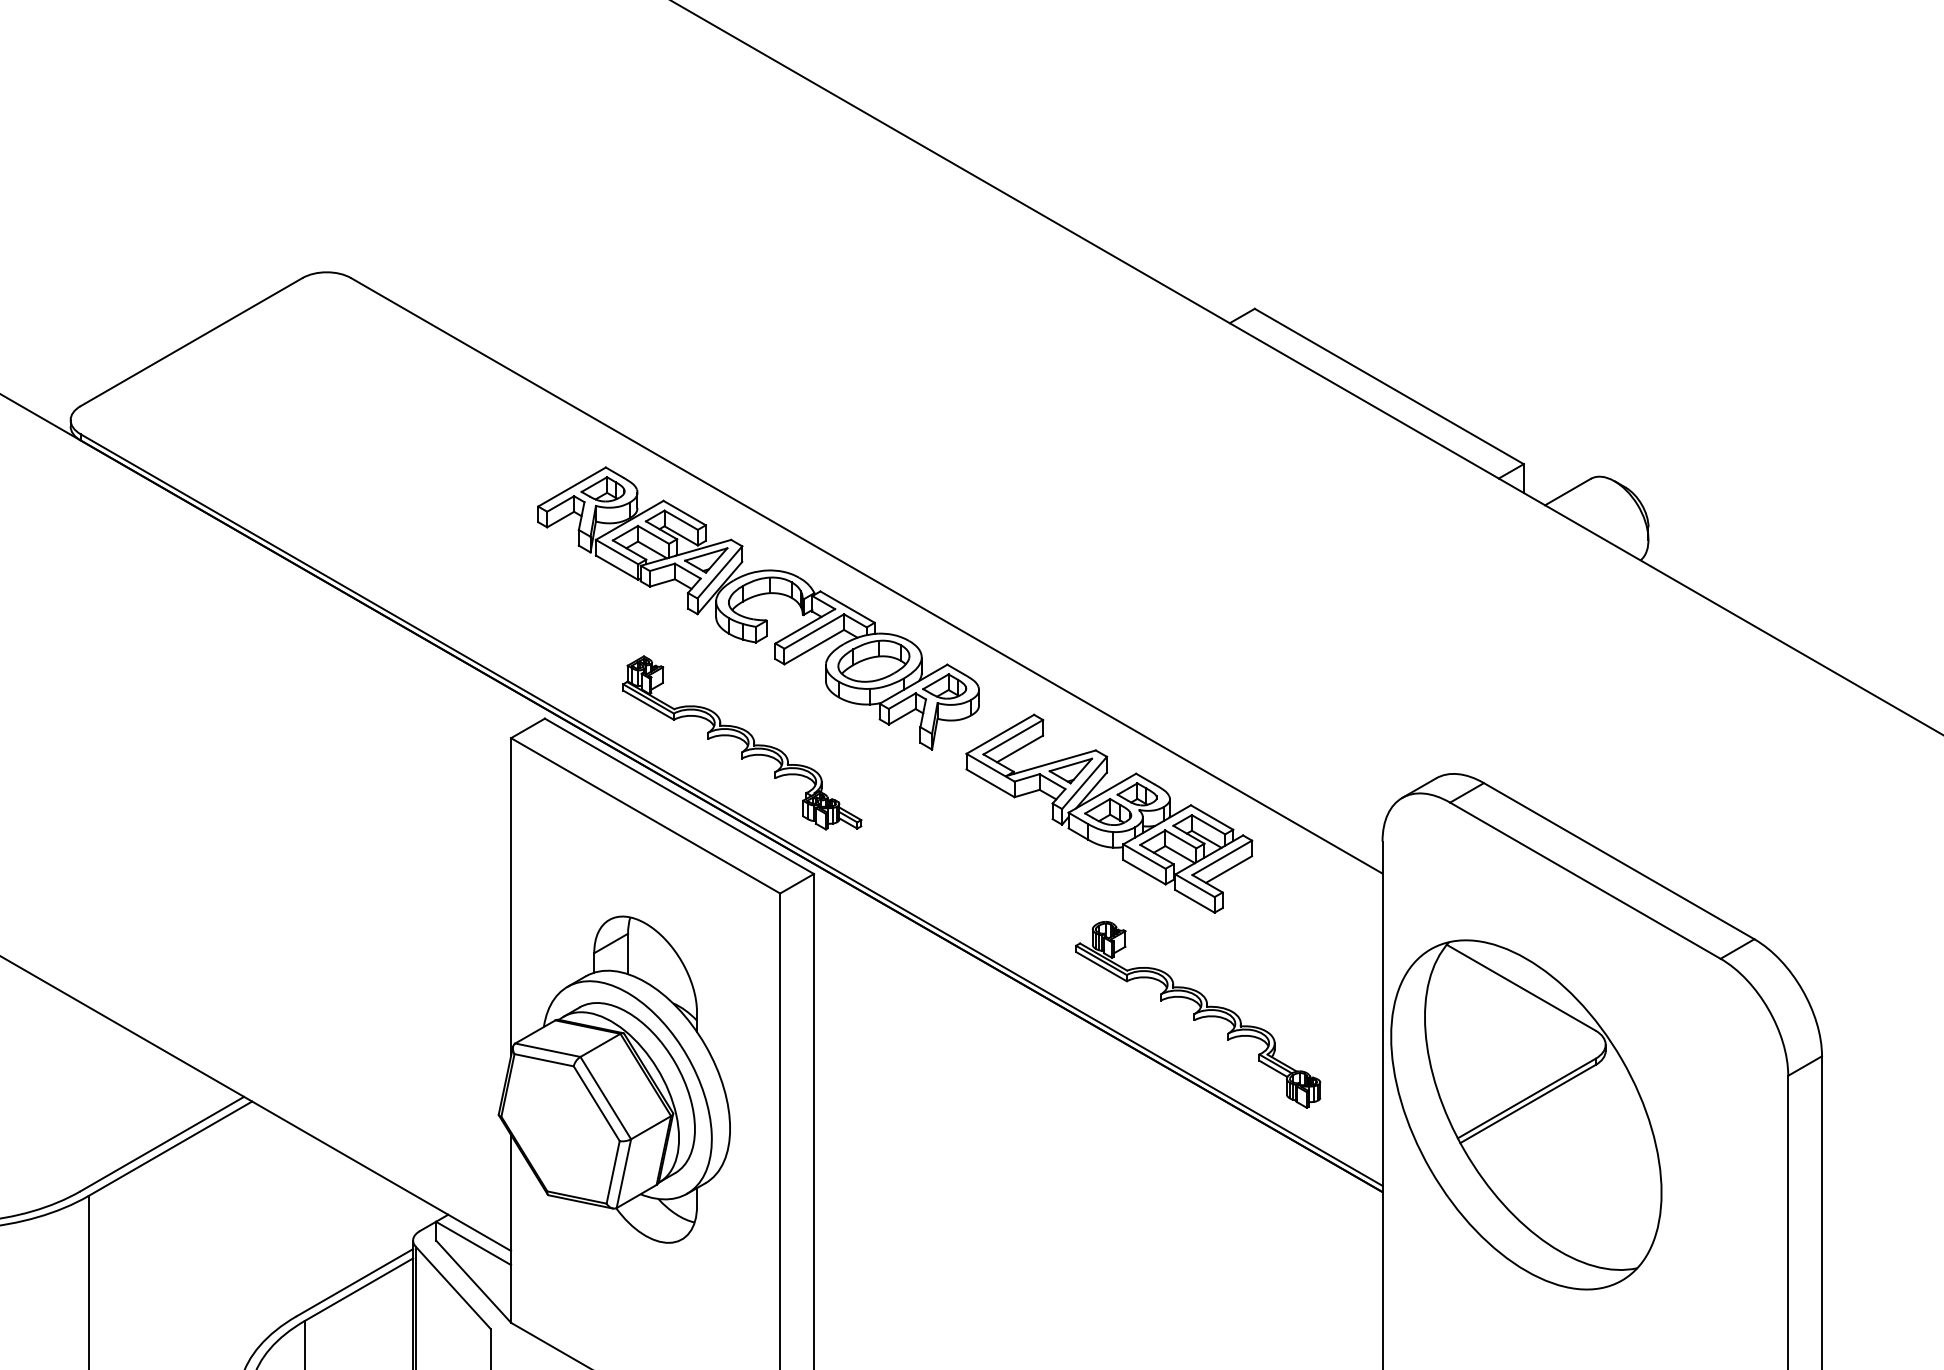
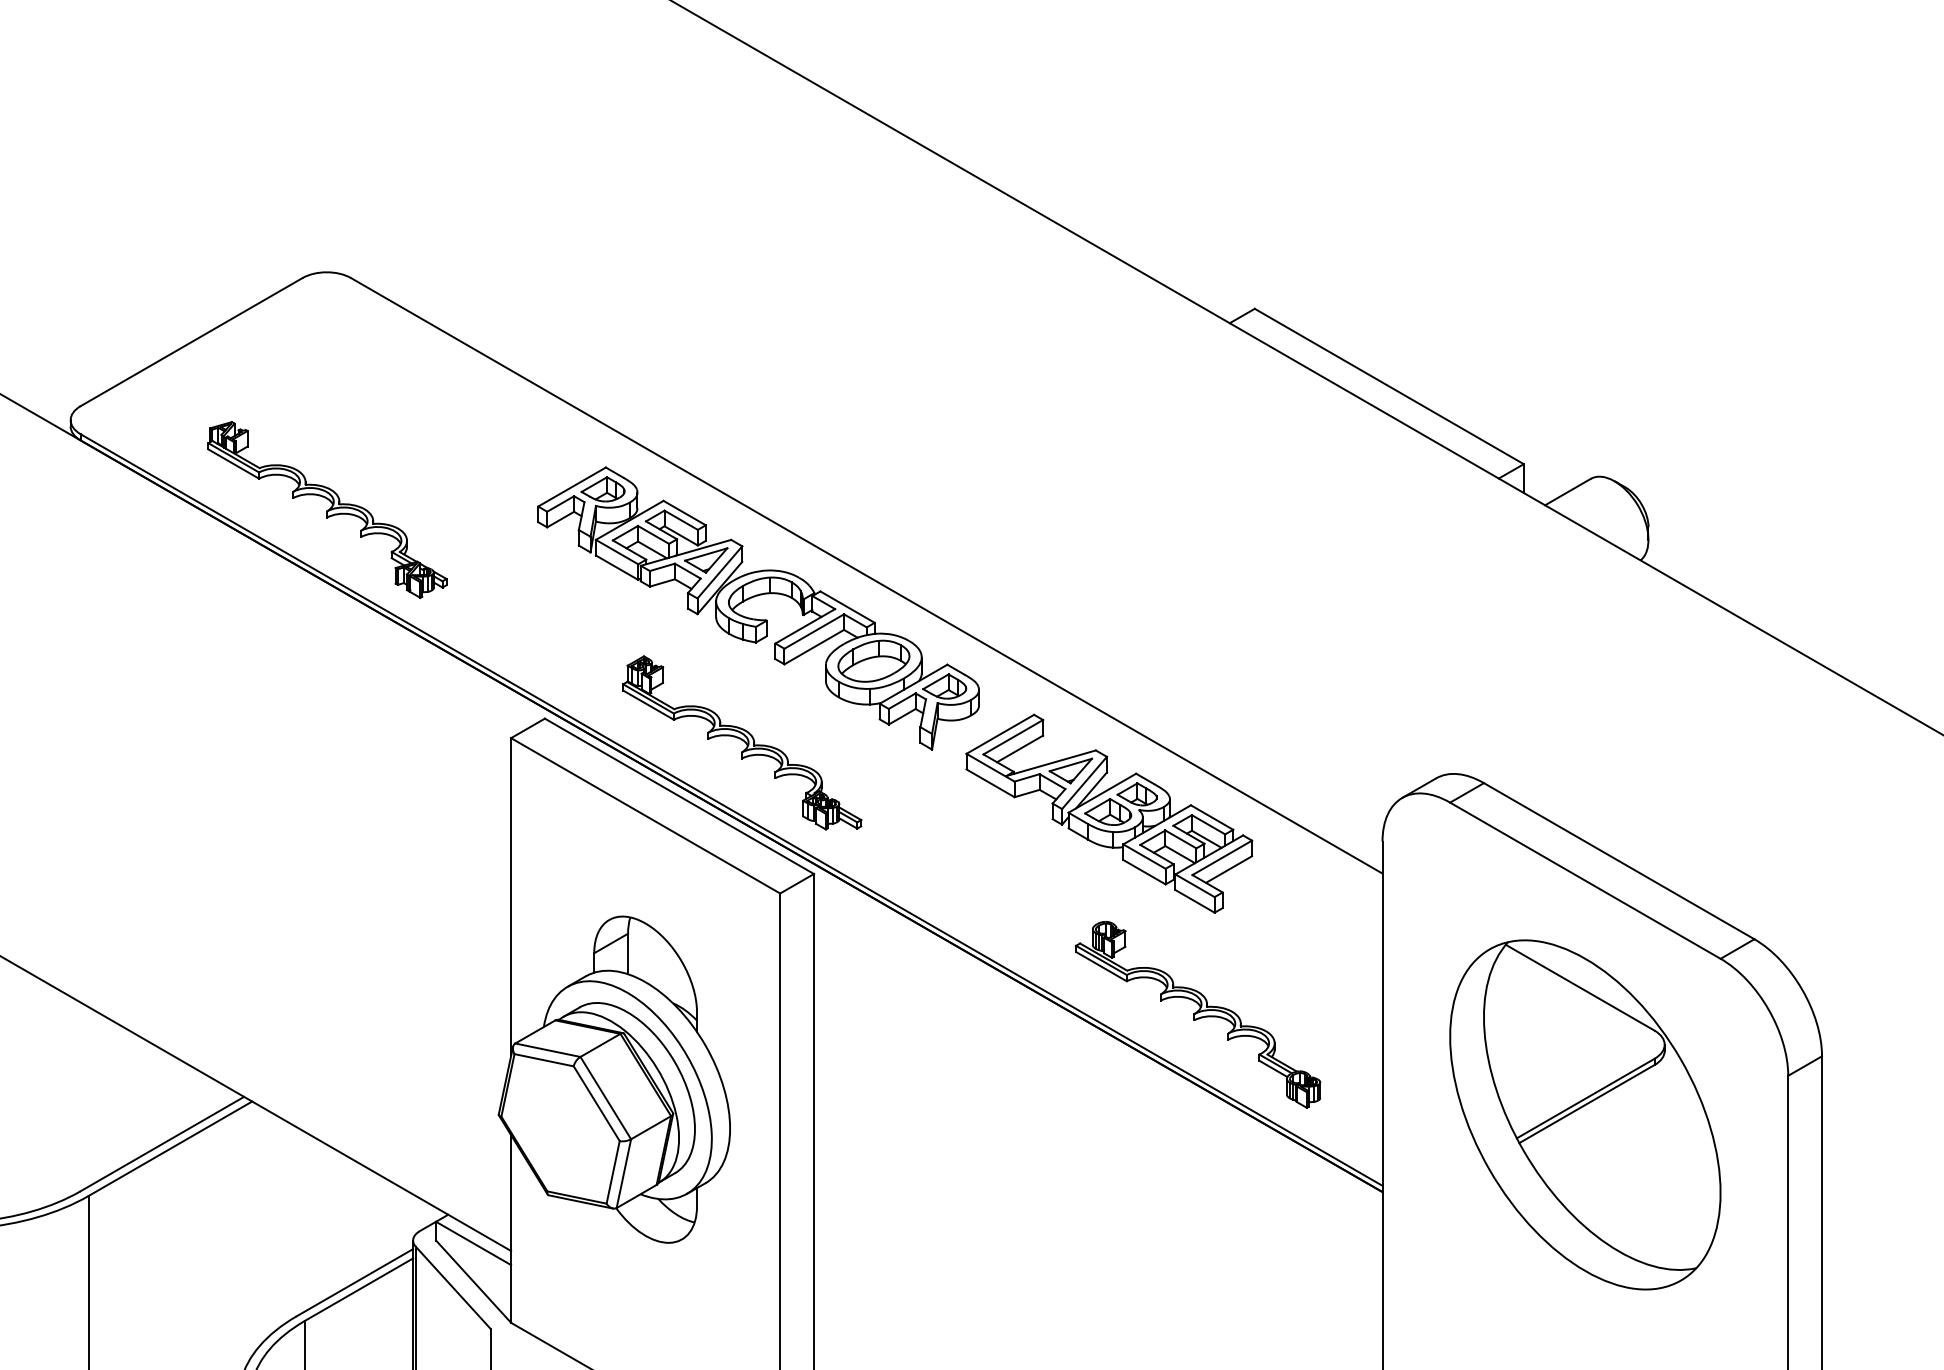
part at (327, 509): none -> present
part at (1526, 1114) position: (1526, 1114) -> (1585, 1114)
